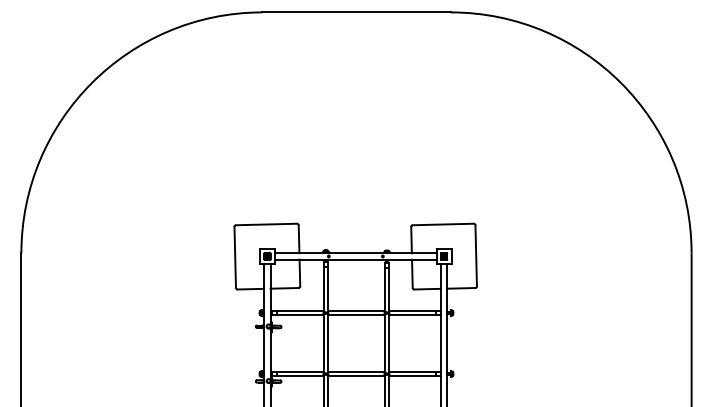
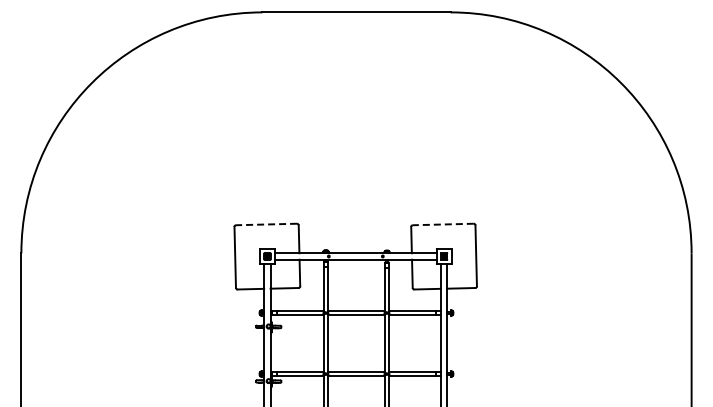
line at (266, 224): solid -> dashed
line at (443, 224): solid -> dashed
